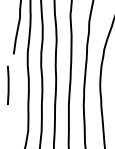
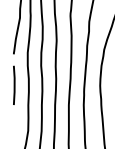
line at (8, 84) position: (8, 84) -> (14, 84)
